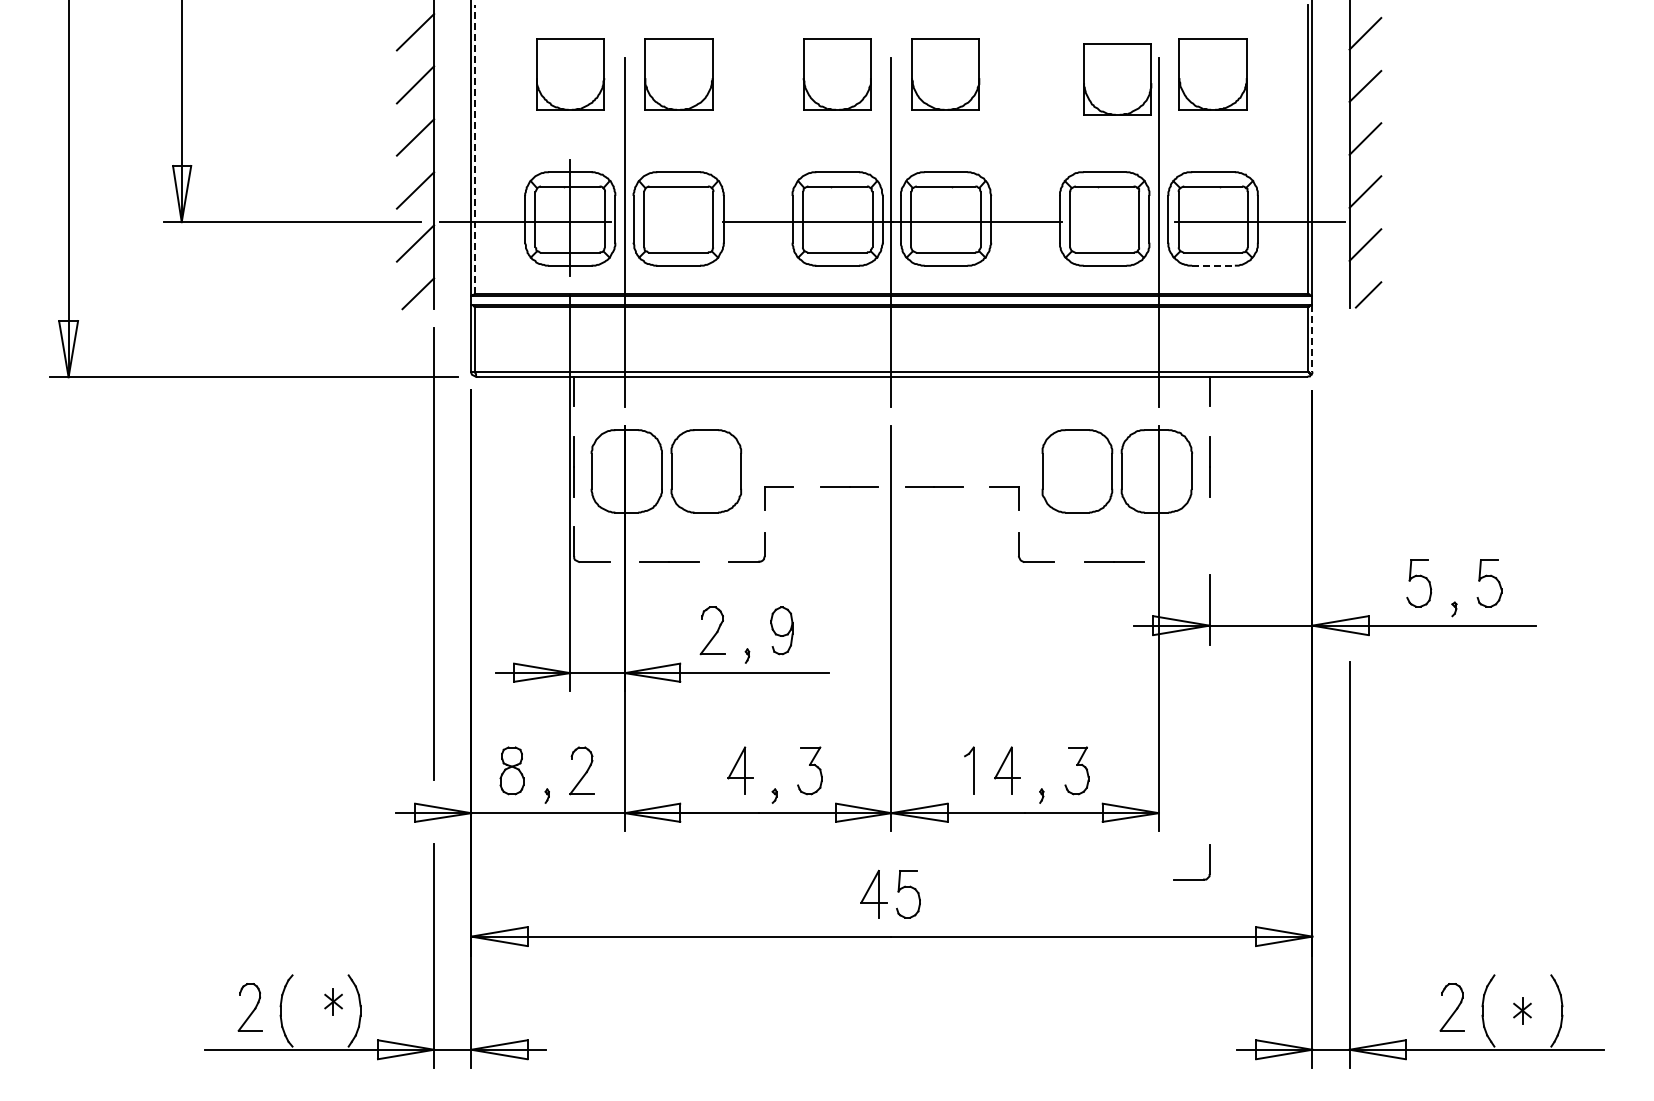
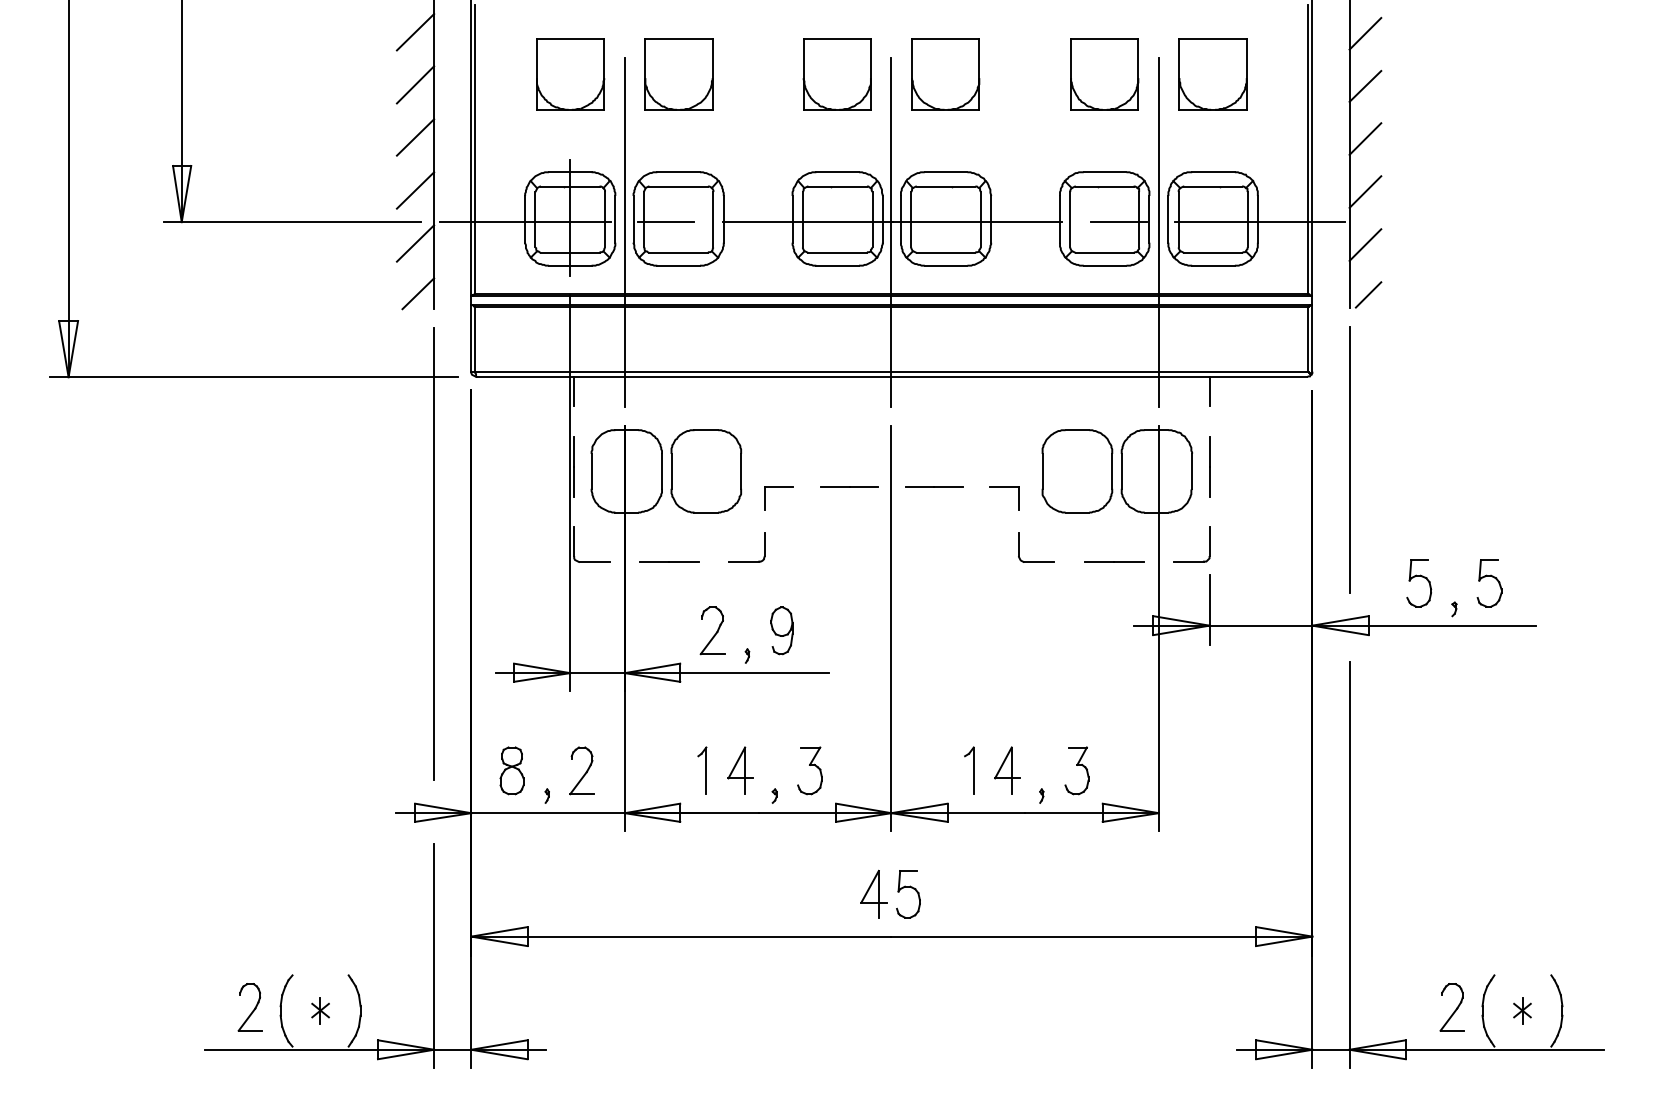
part at (1117, 79) position: (1117, 79) -> (1104, 74)
line at (475, 149): dashed -> solid
line at (666, 222): none -> present
line at (1118, 222): none -> present
line at (1214, 265): dashed -> solid
line at (1312, 338): dashed -> solid
line at (1349, 459): none -> present
part at (702, 770): none -> present
part at (1191, 879) position: (1191, 879) -> (1191, 561)
part at (333, 1001) position: (333, 1001) -> (320, 1010)
